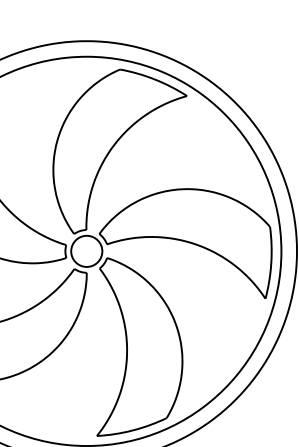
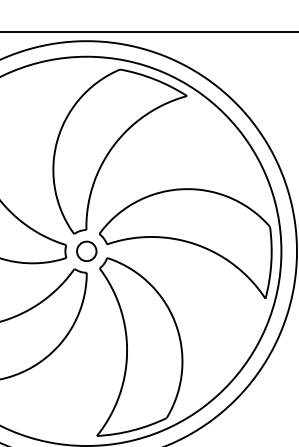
line at (148, 31): none -> present
circle at (86, 250) diameter: 31 px -> 19 px
